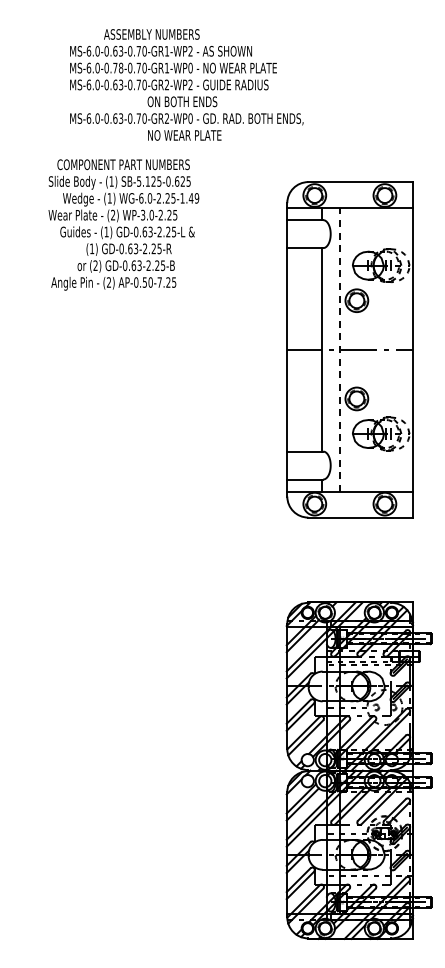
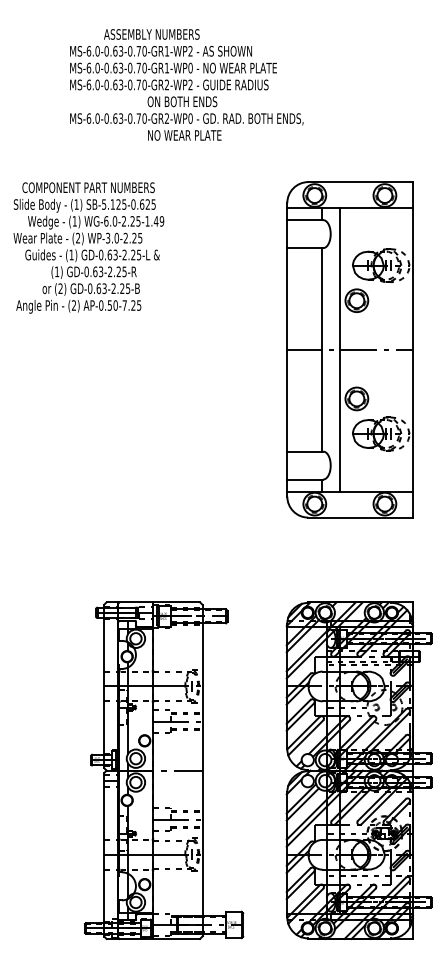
text at (118, 67): MS-6.0-0.78-0.70-GR1-WP0 -> MS-6.0-0.63-0.70-GR1-WP0
text at (123, 224) position: (123, 224) -> (88, 247)
line at (340, 349): dashed -> solid
part at (164, 770): none -> present
